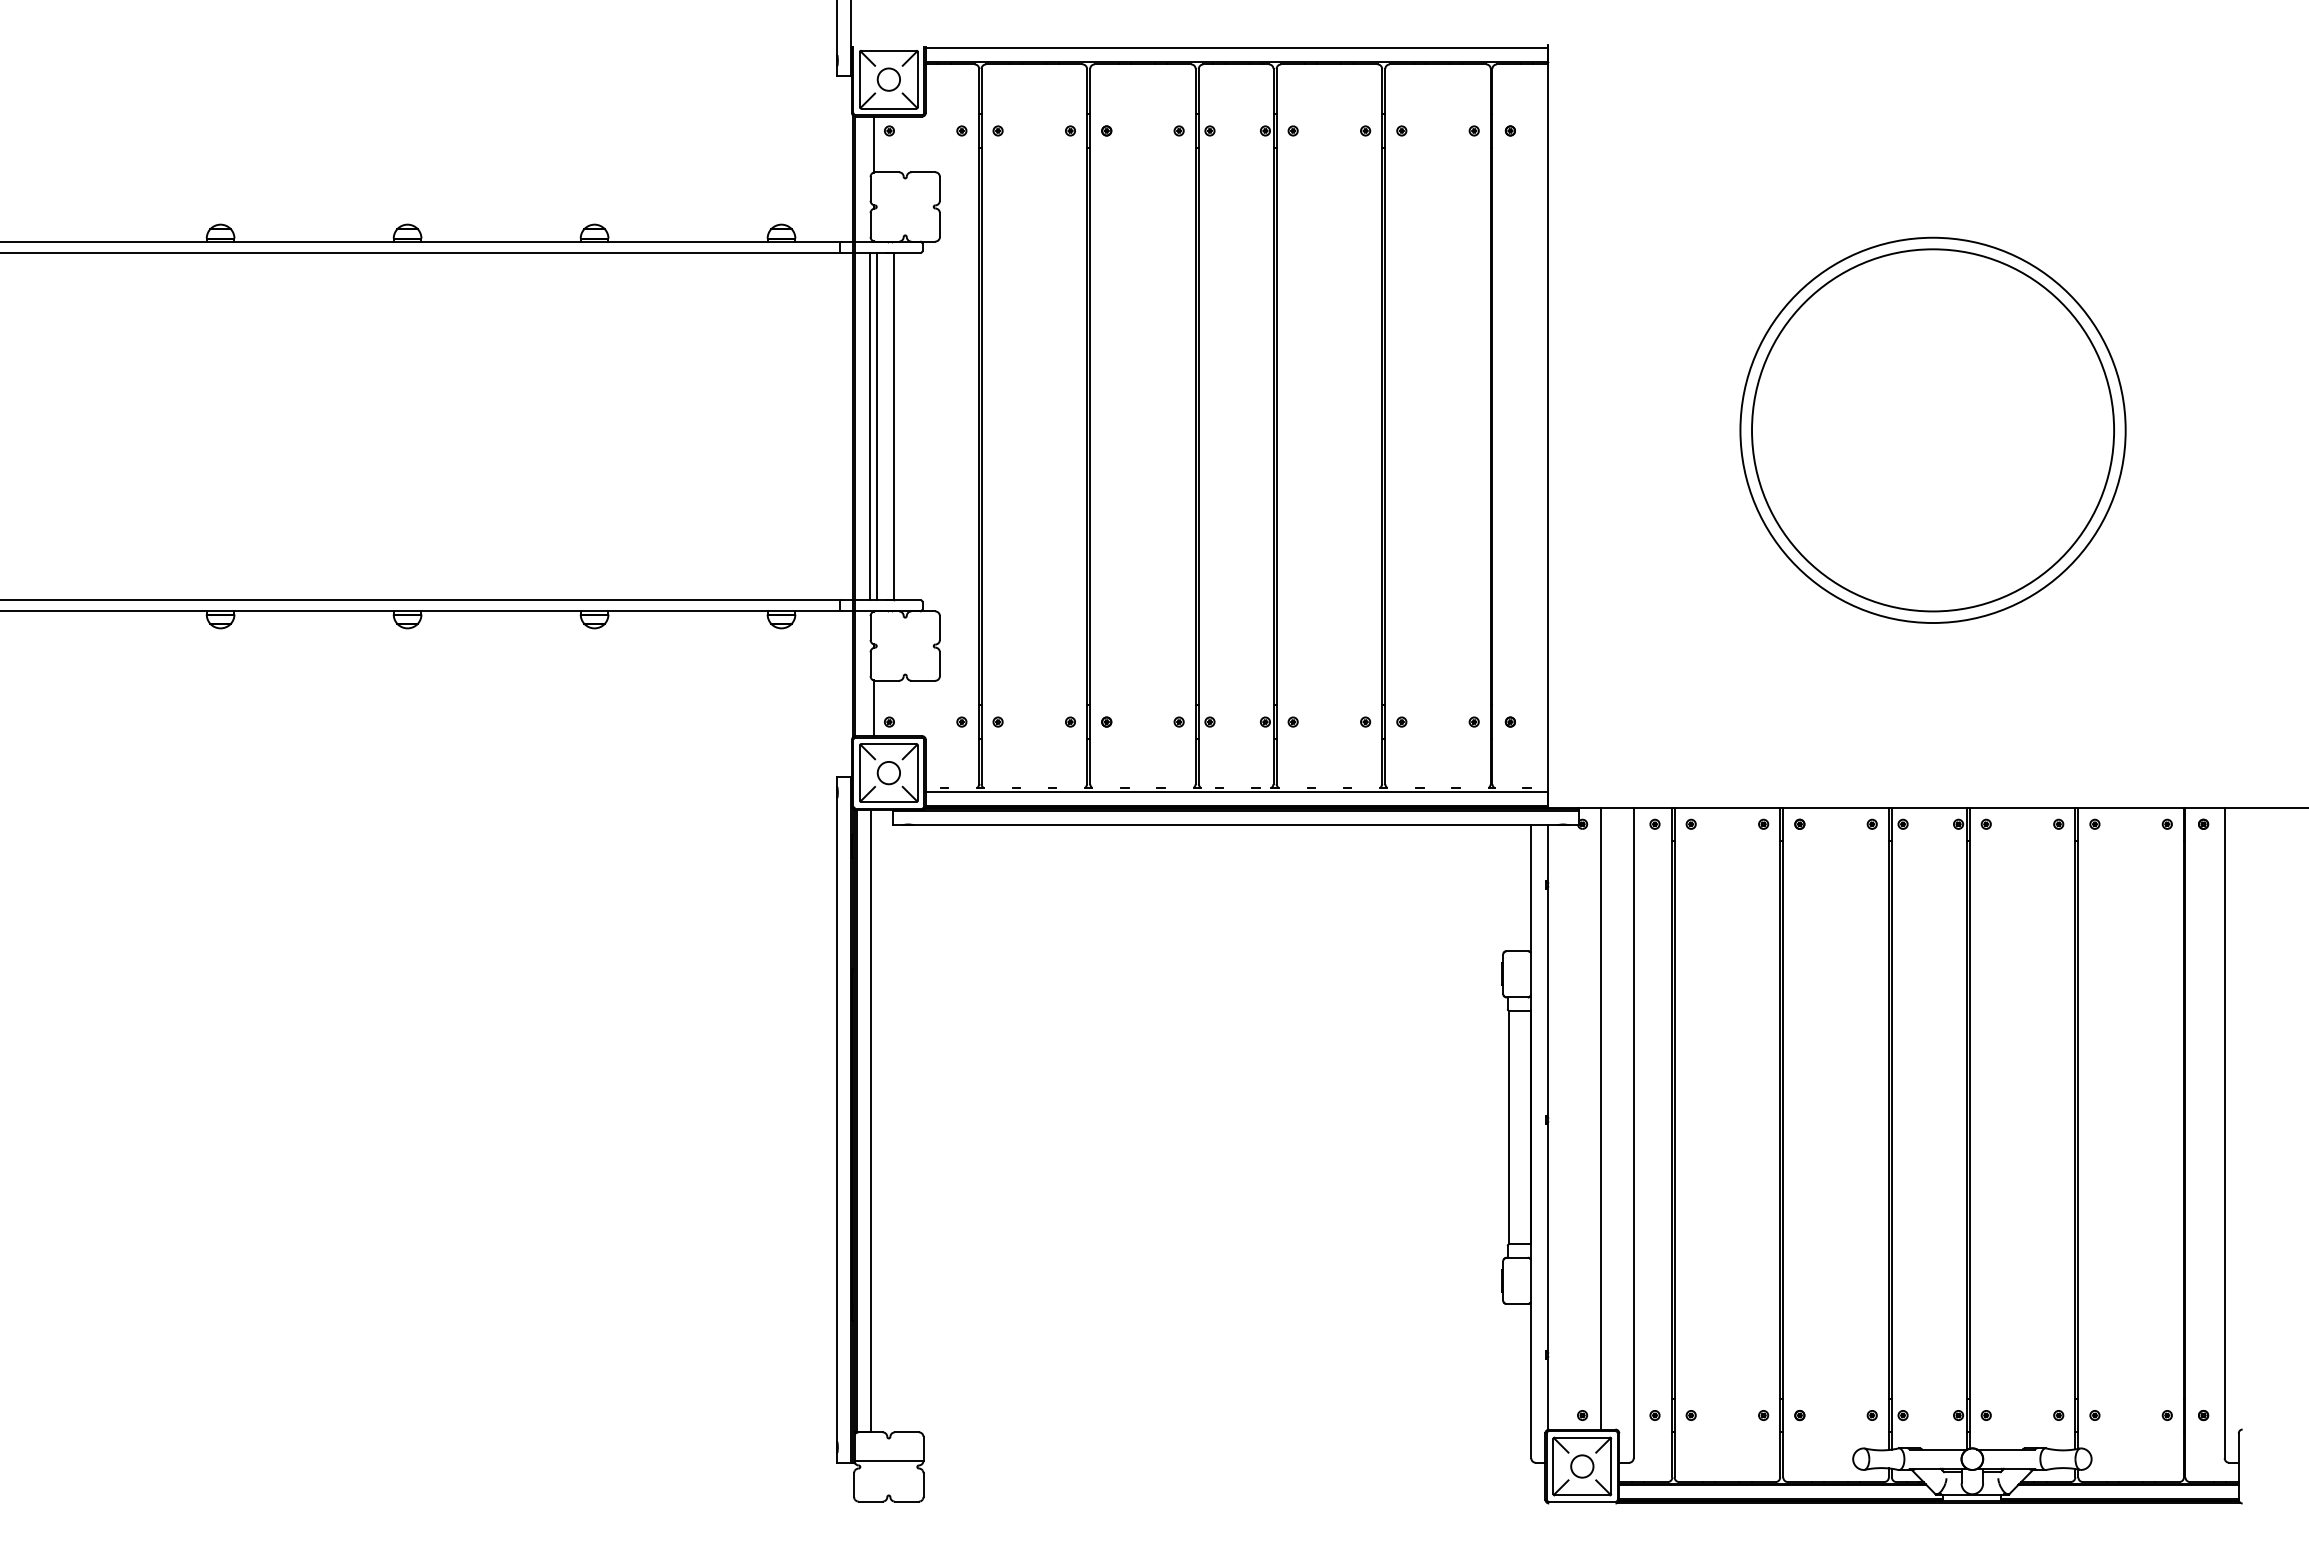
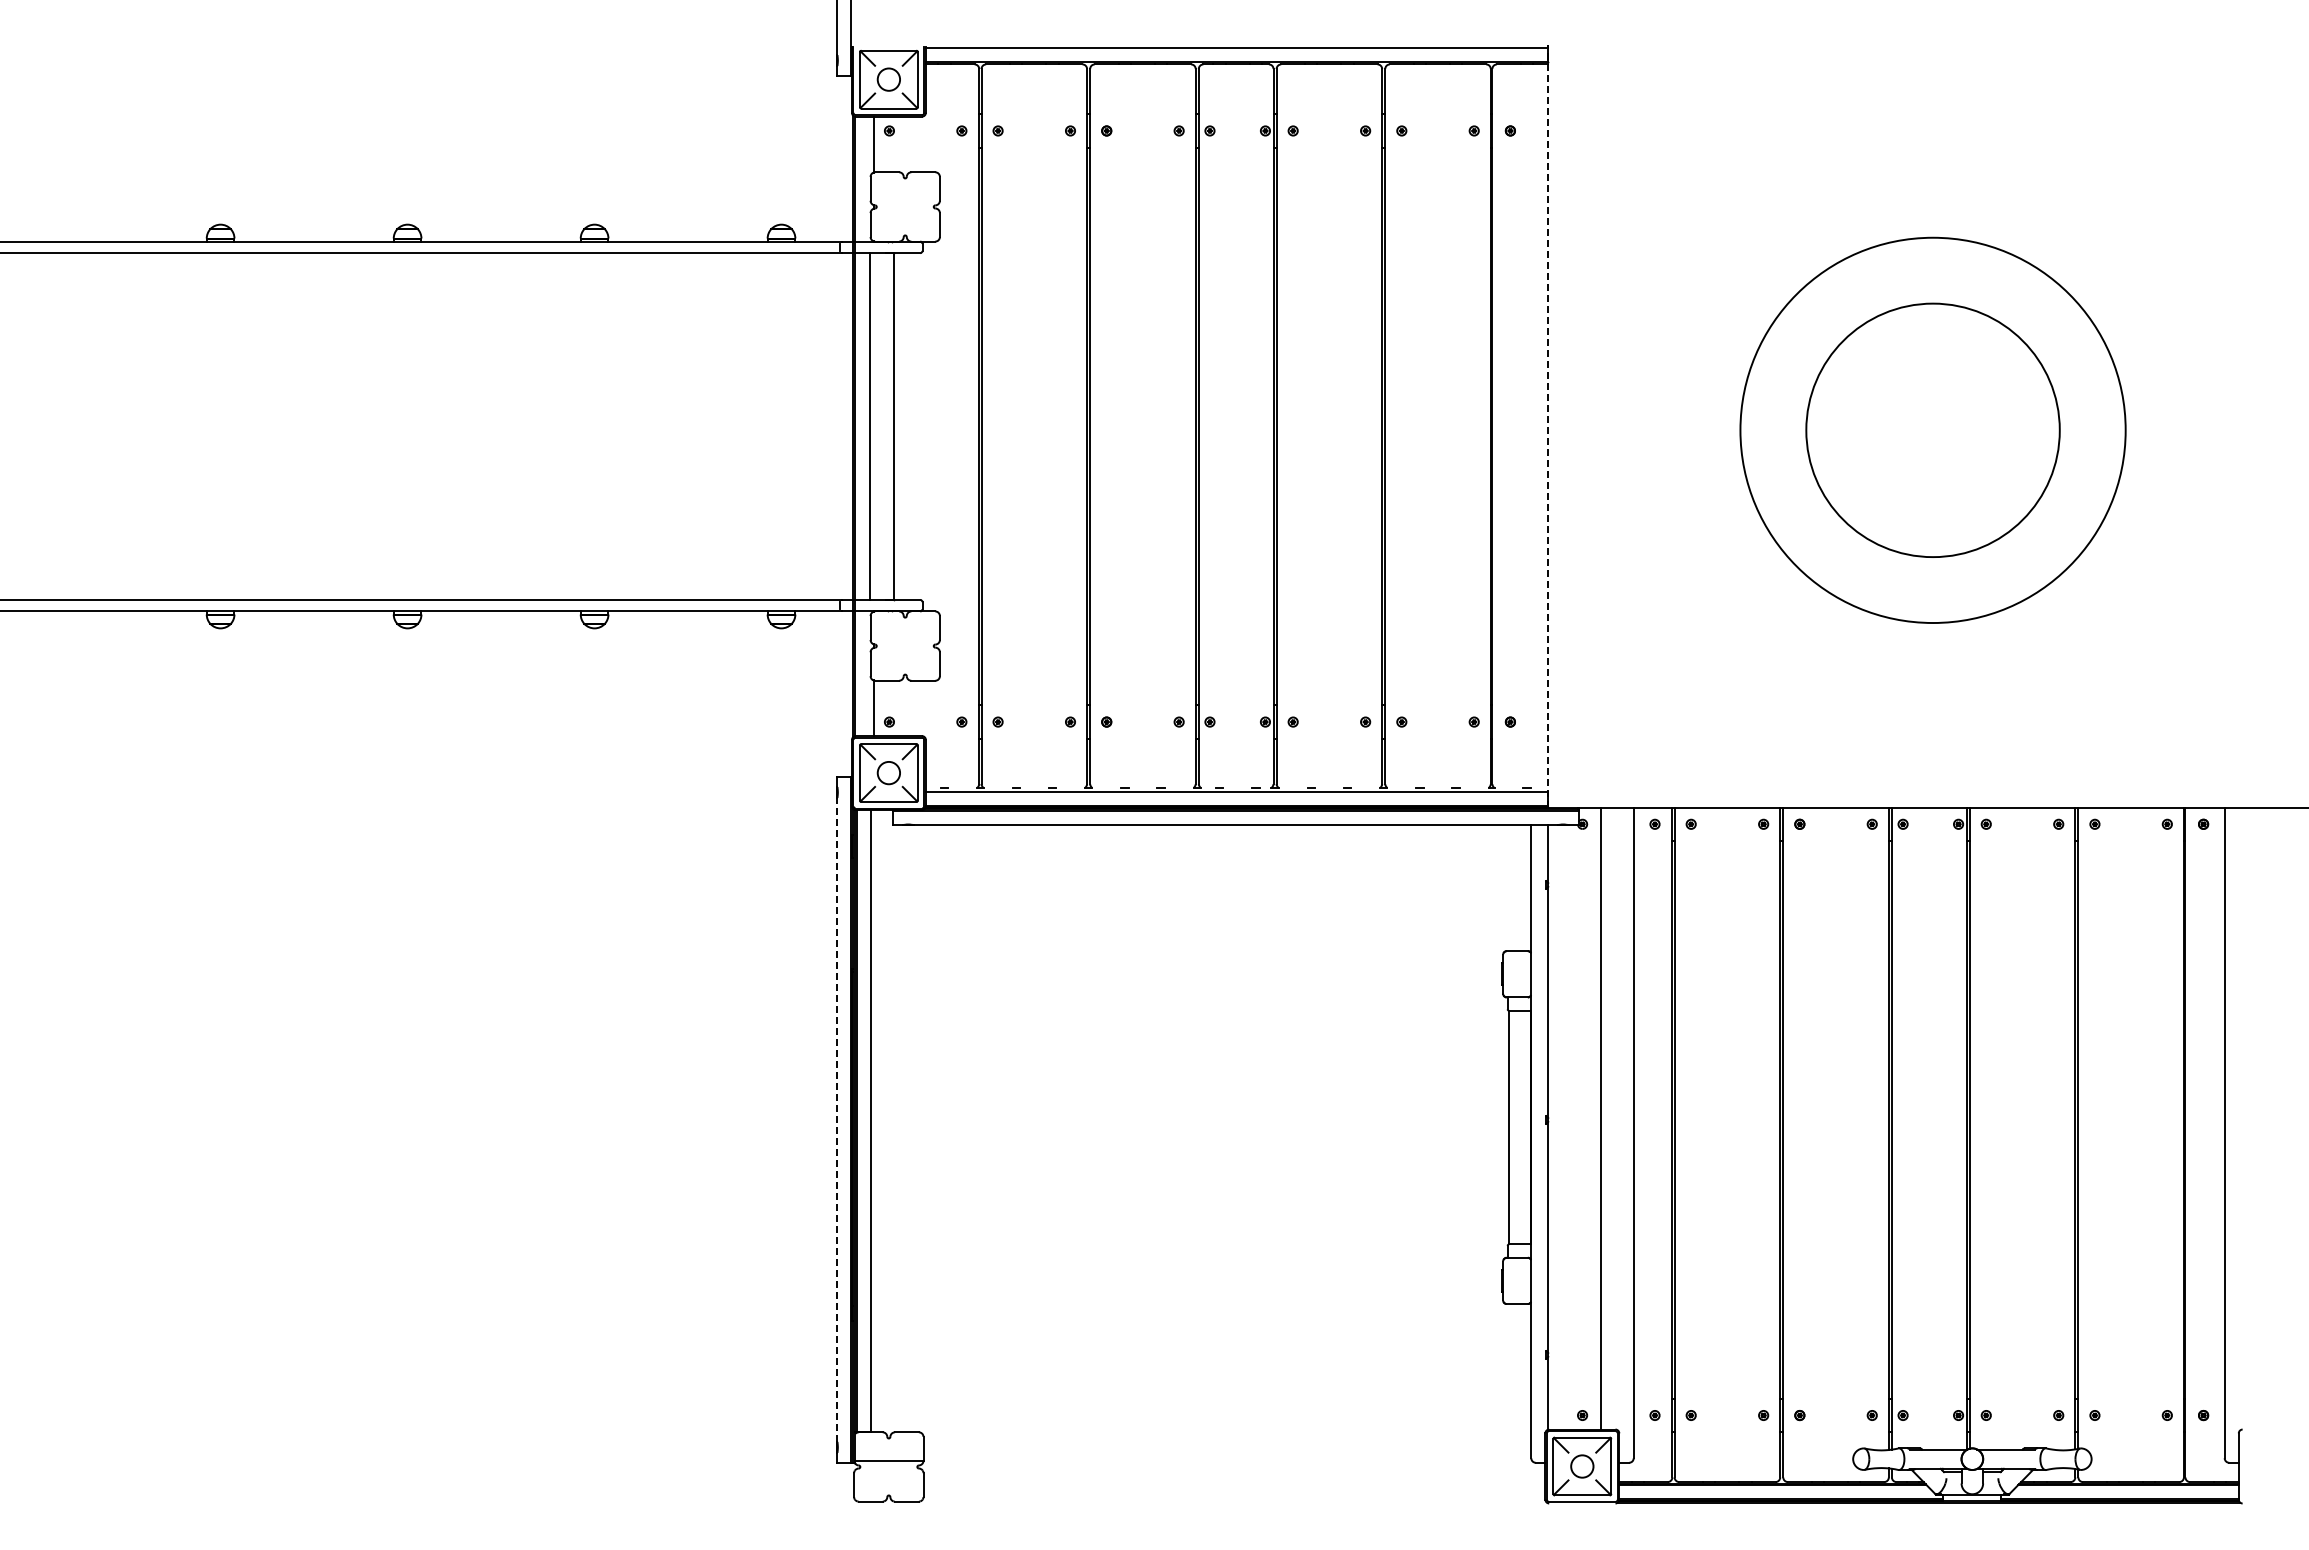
line at (876, 426): present -> none
line at (1547, 426): solid -> dashed
circle at (1933, 430) diameter: 362 px -> 253 px
line at (837, 1119): solid -> dashed
